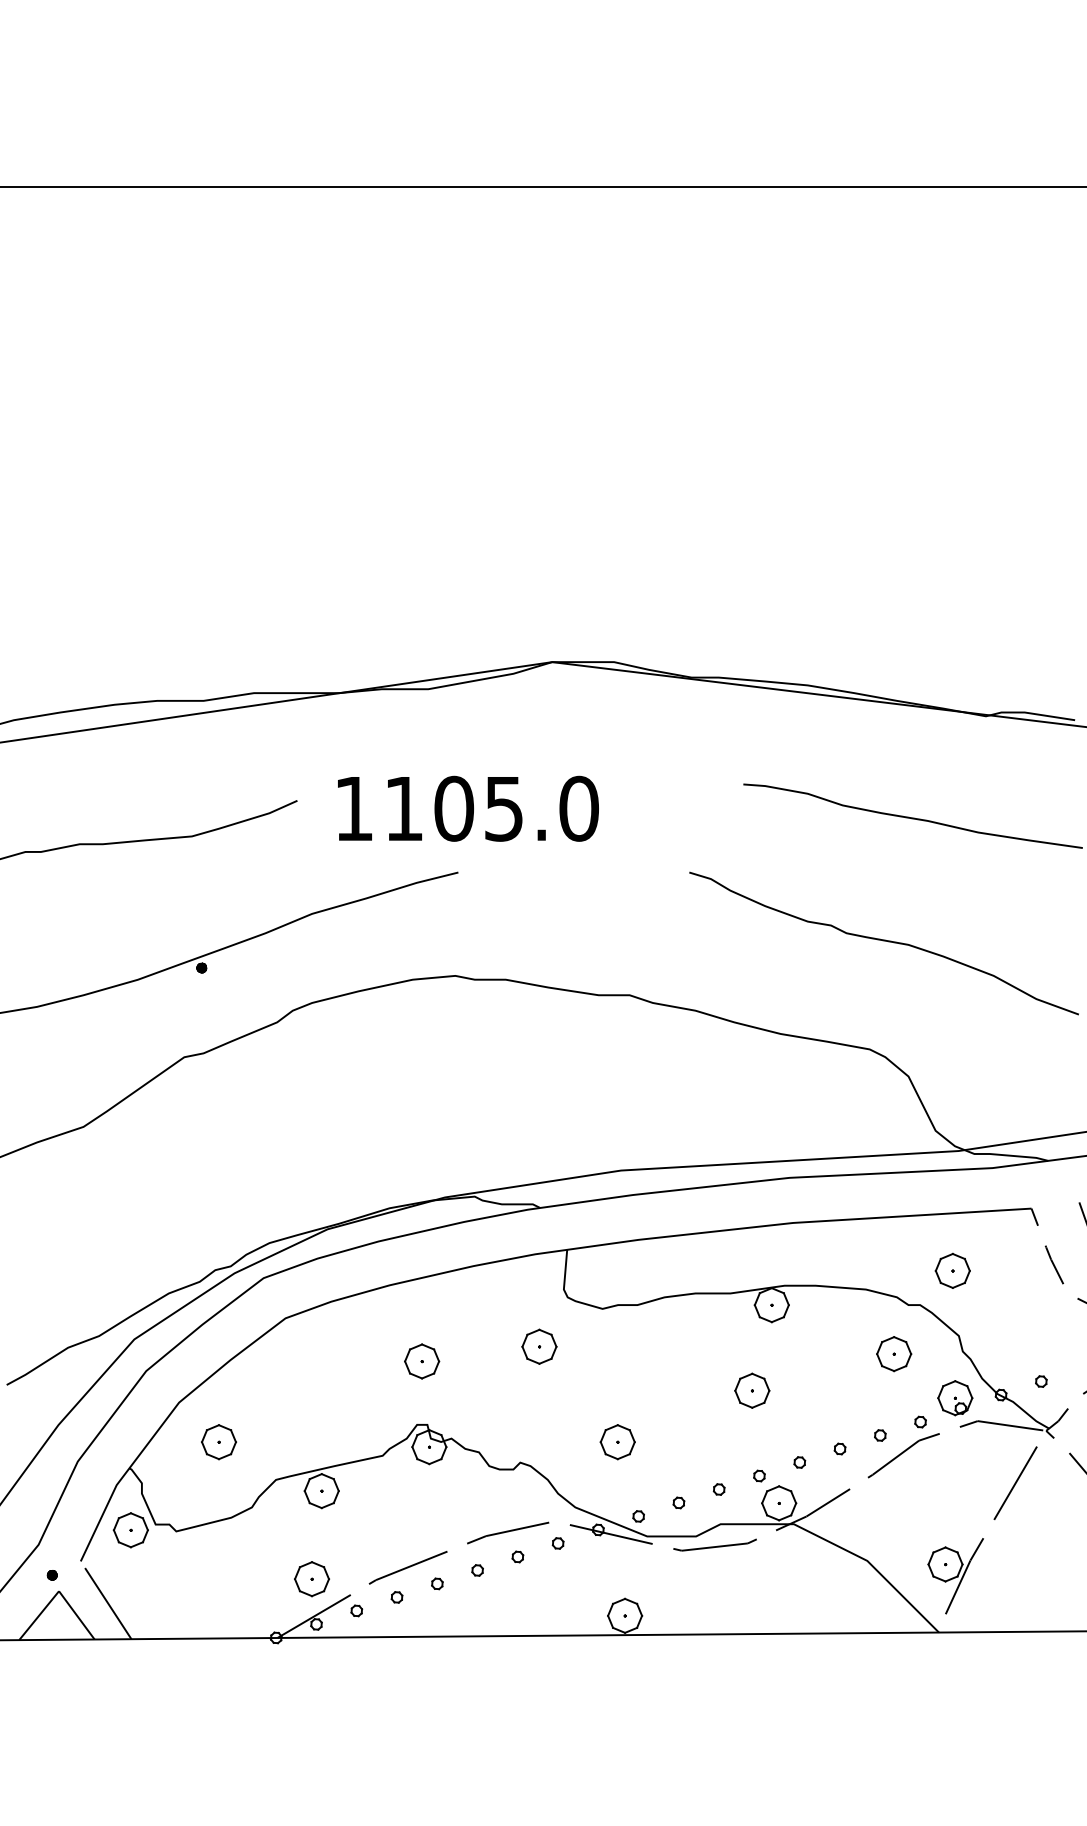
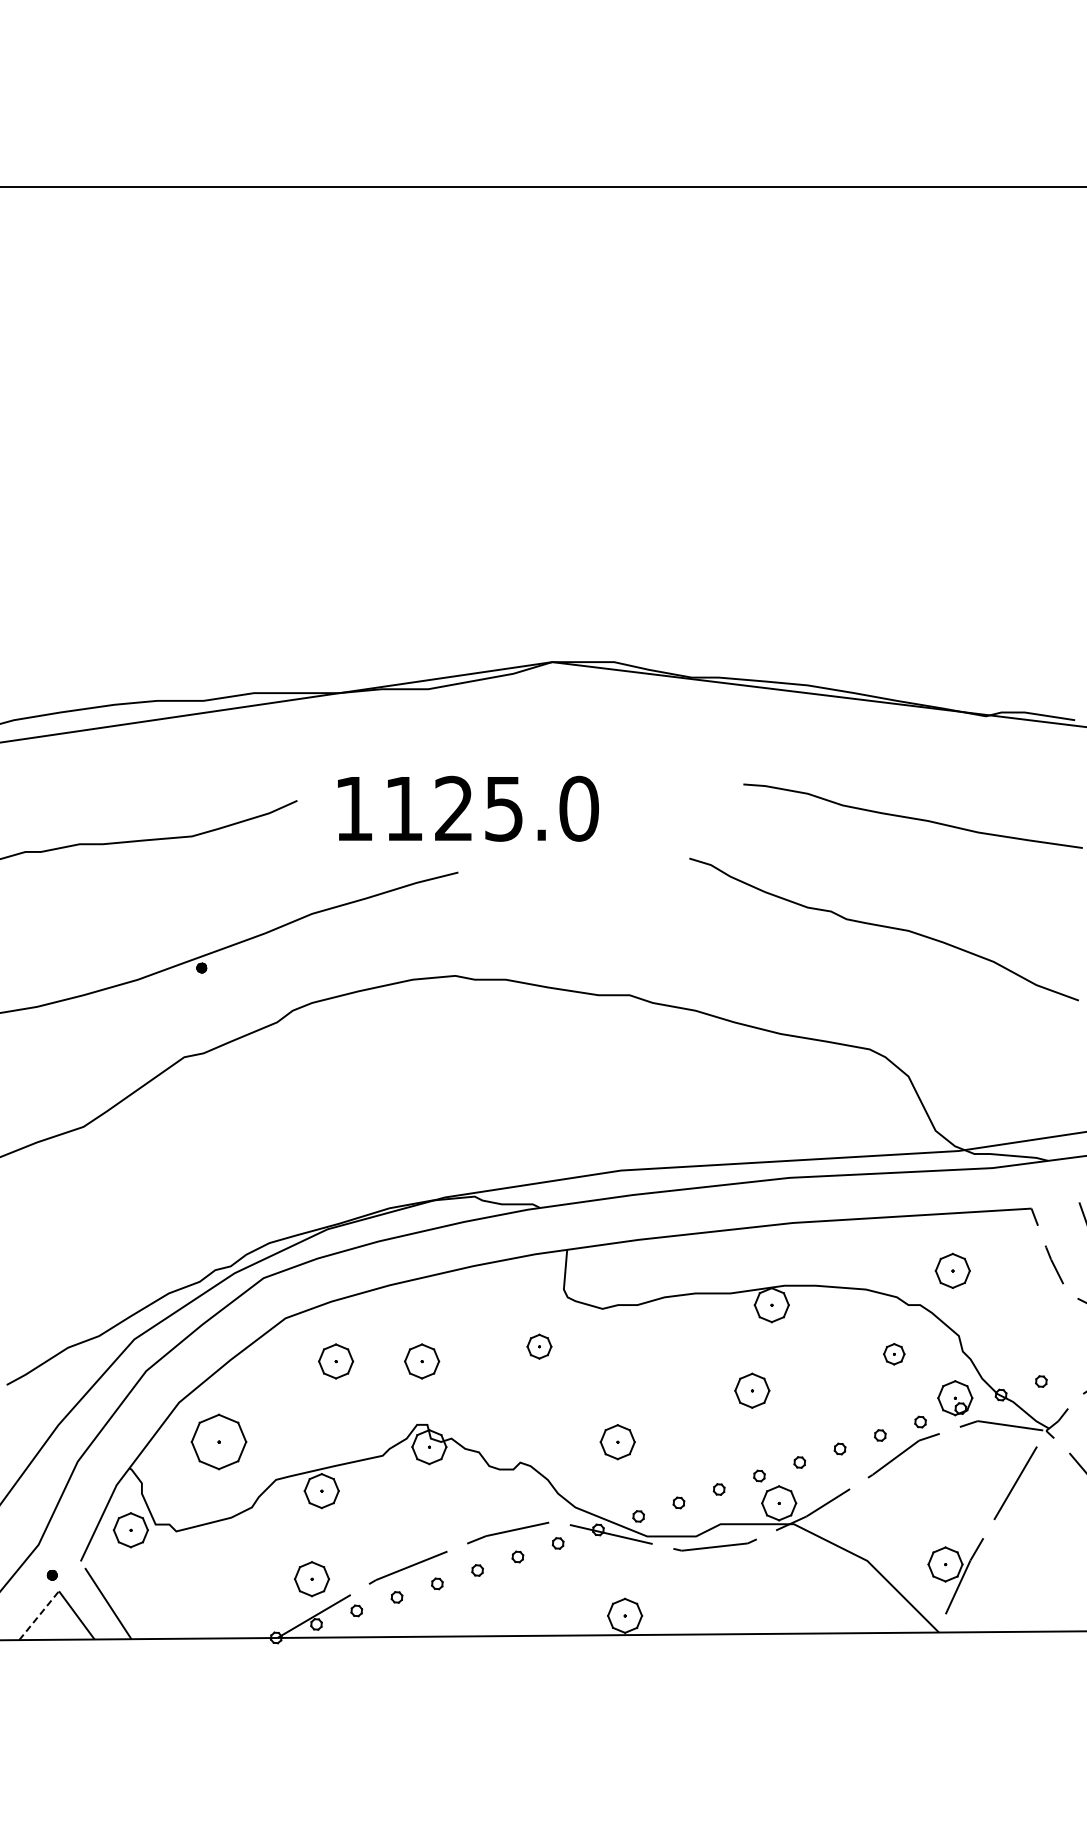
text at (454, 808): 1105.0 -> 1125.0
curve at (883, 941) position: (883, 941) -> (883, 927)
part at (539, 1346) size: 37x37 px -> 27x27 px
part at (894, 1354) size: 37x37 px -> 23x23 px
part at (336, 1361): none -> present
part at (218, 1442) size: 36x37 px -> 58x58 px
line at (39, 1615): solid -> dashed
